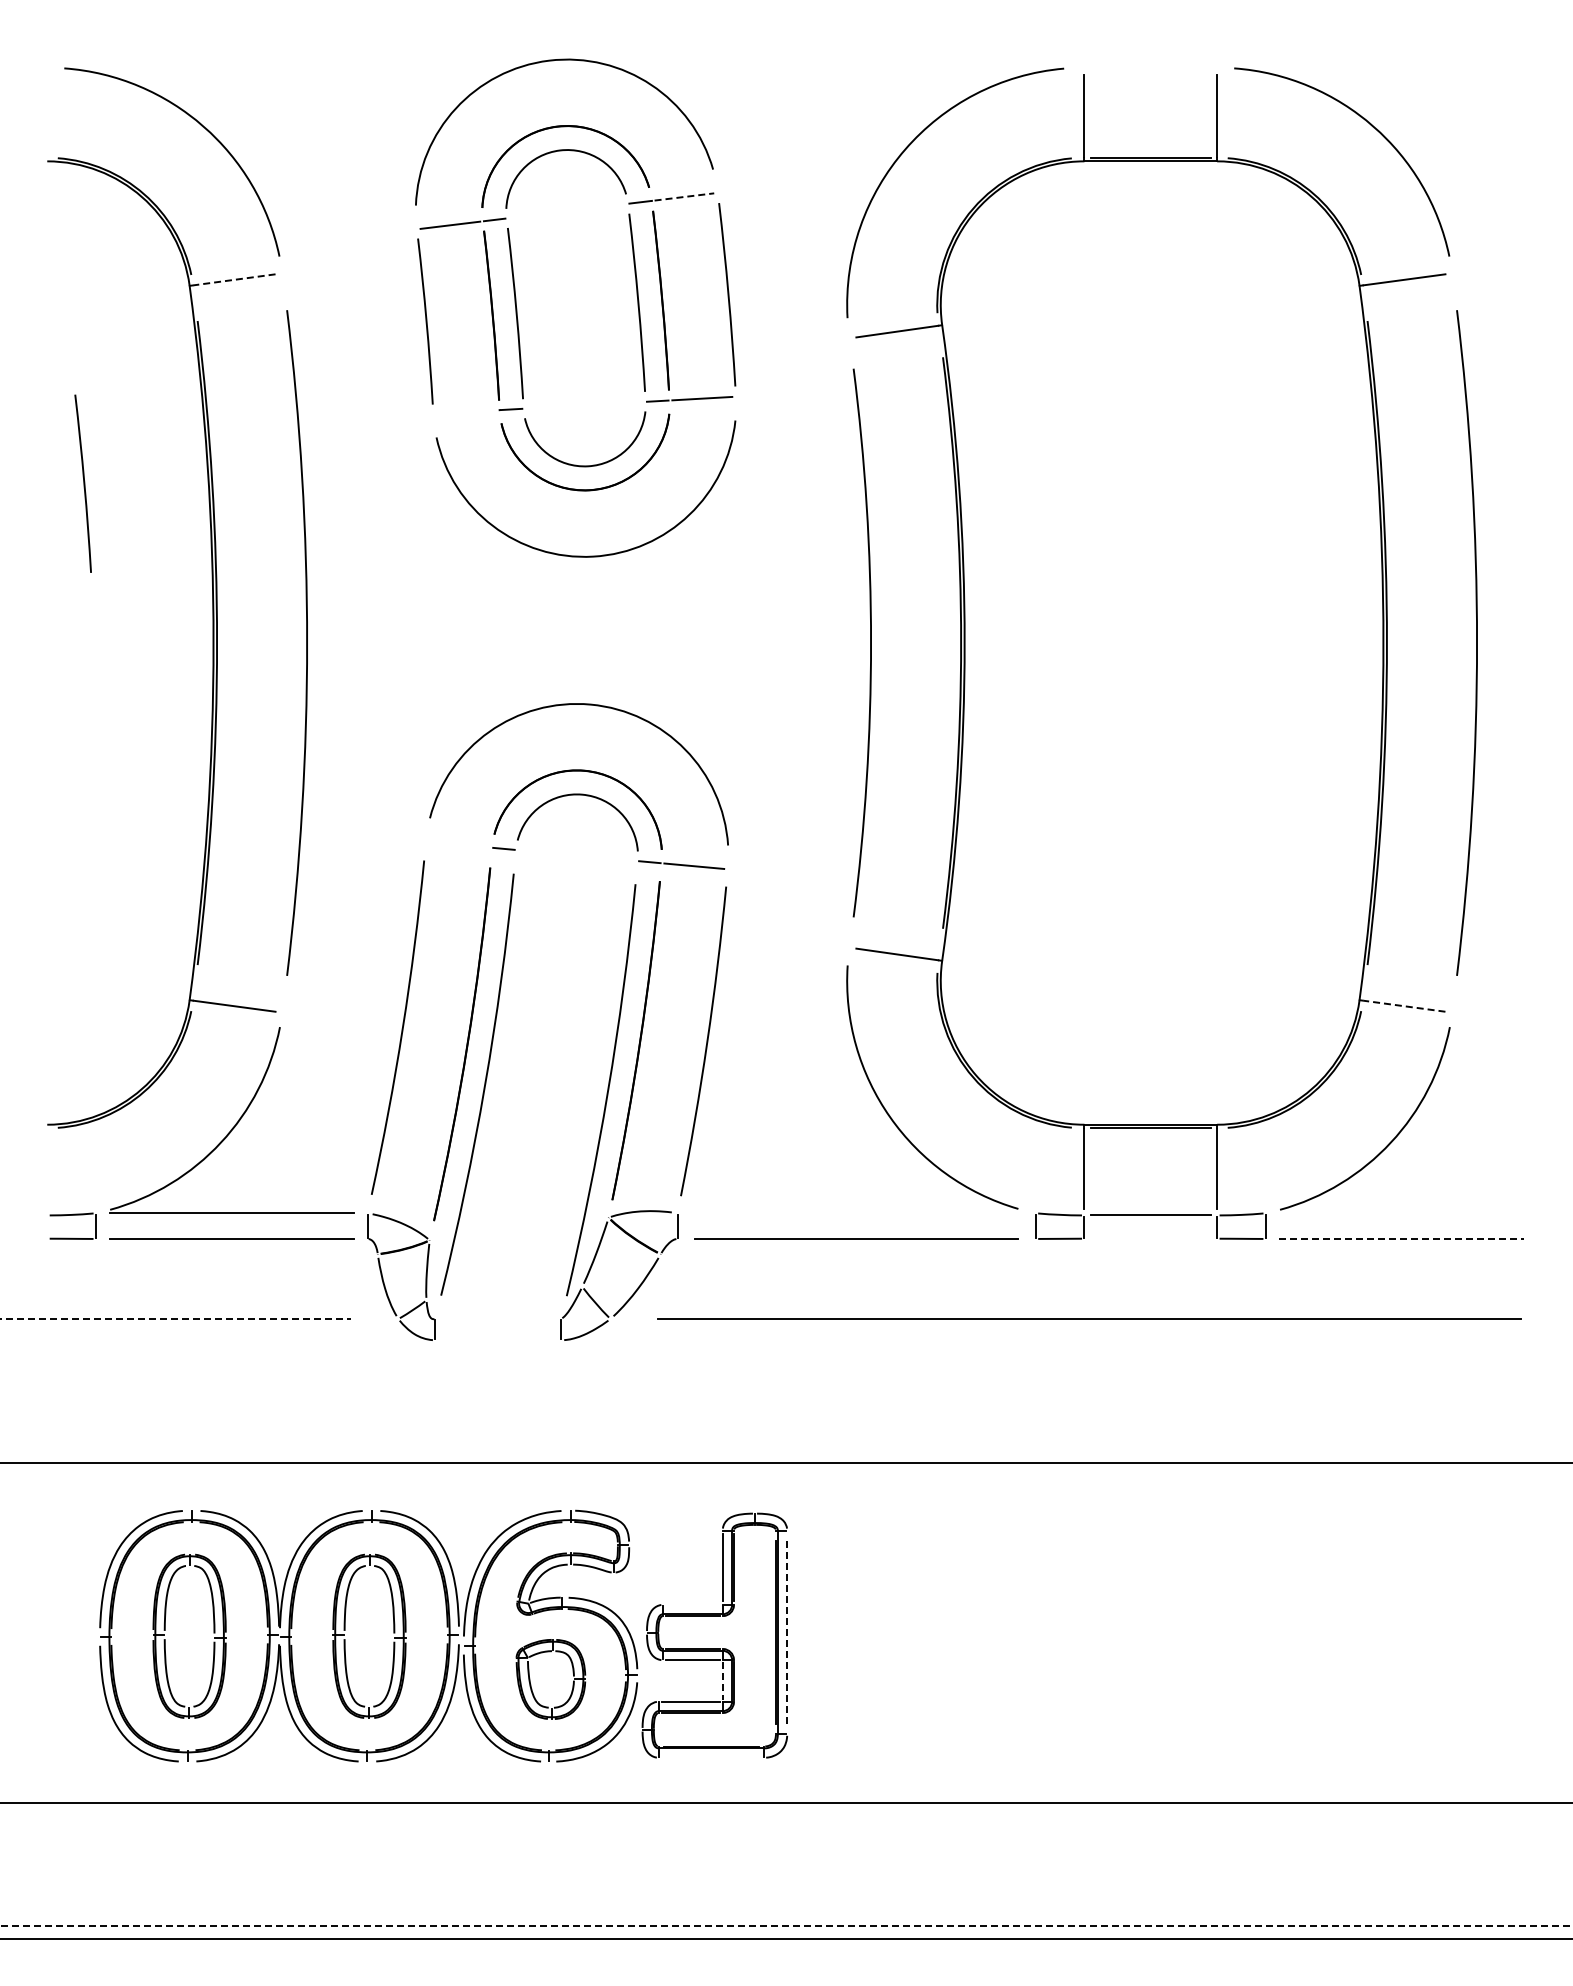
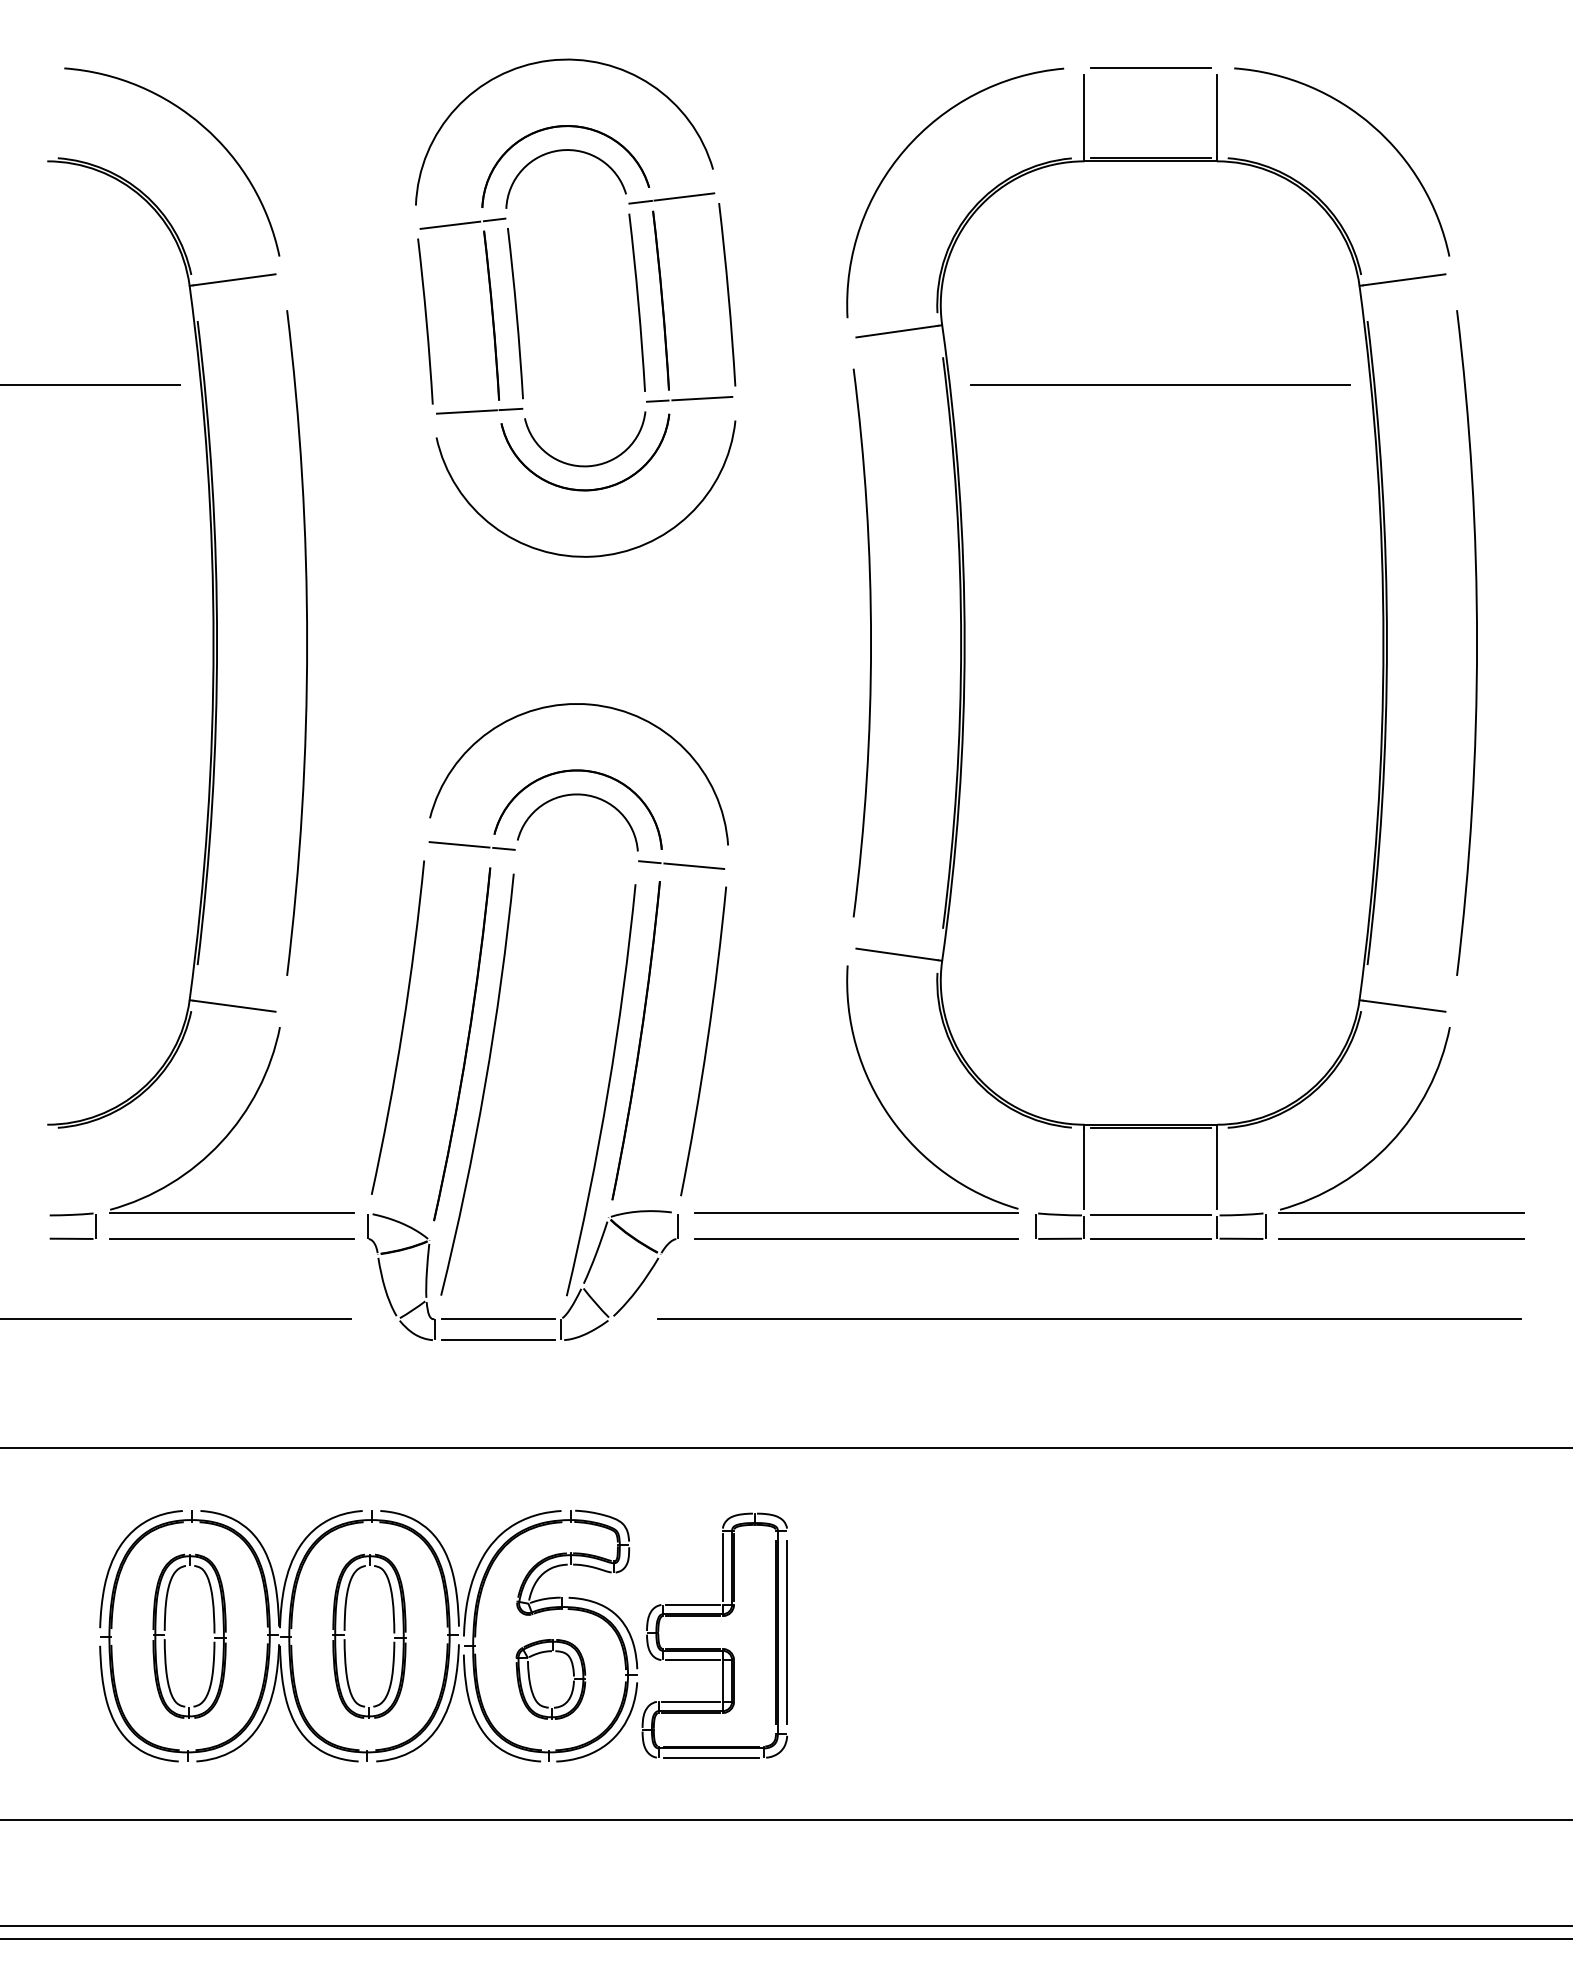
line at (1150, 67): none -> present
line at (684, 196): dashed -> solid
line at (234, 279): dashed -> solid
line at (91, 385): none -> present
line at (1159, 385): none -> present
line at (466, 411): none -> present
arc at (83, 483): present -> none
line at (459, 844): none -> present
line at (1403, 1006): dashed -> solid
line at (856, 1213): none -> present
line at (1401, 1213): none -> present
line at (1150, 1238): none -> present
line at (1402, 1238): dashed -> solid
line at (498, 1318): none -> present
line at (175, 1319): dashed -> solid
line at (498, 1340): none -> present
line at (785, 1462) position: (785, 1462) -> (785, 1447)
line at (692, 1604): none -> present
line at (787, 1631): dashed -> solid
line at (722, 1680): dashed -> solid
line at (711, 1757): none -> present
line at (785, 1803) position: (785, 1803) -> (785, 1820)
line at (786, 1926): dashed -> solid
